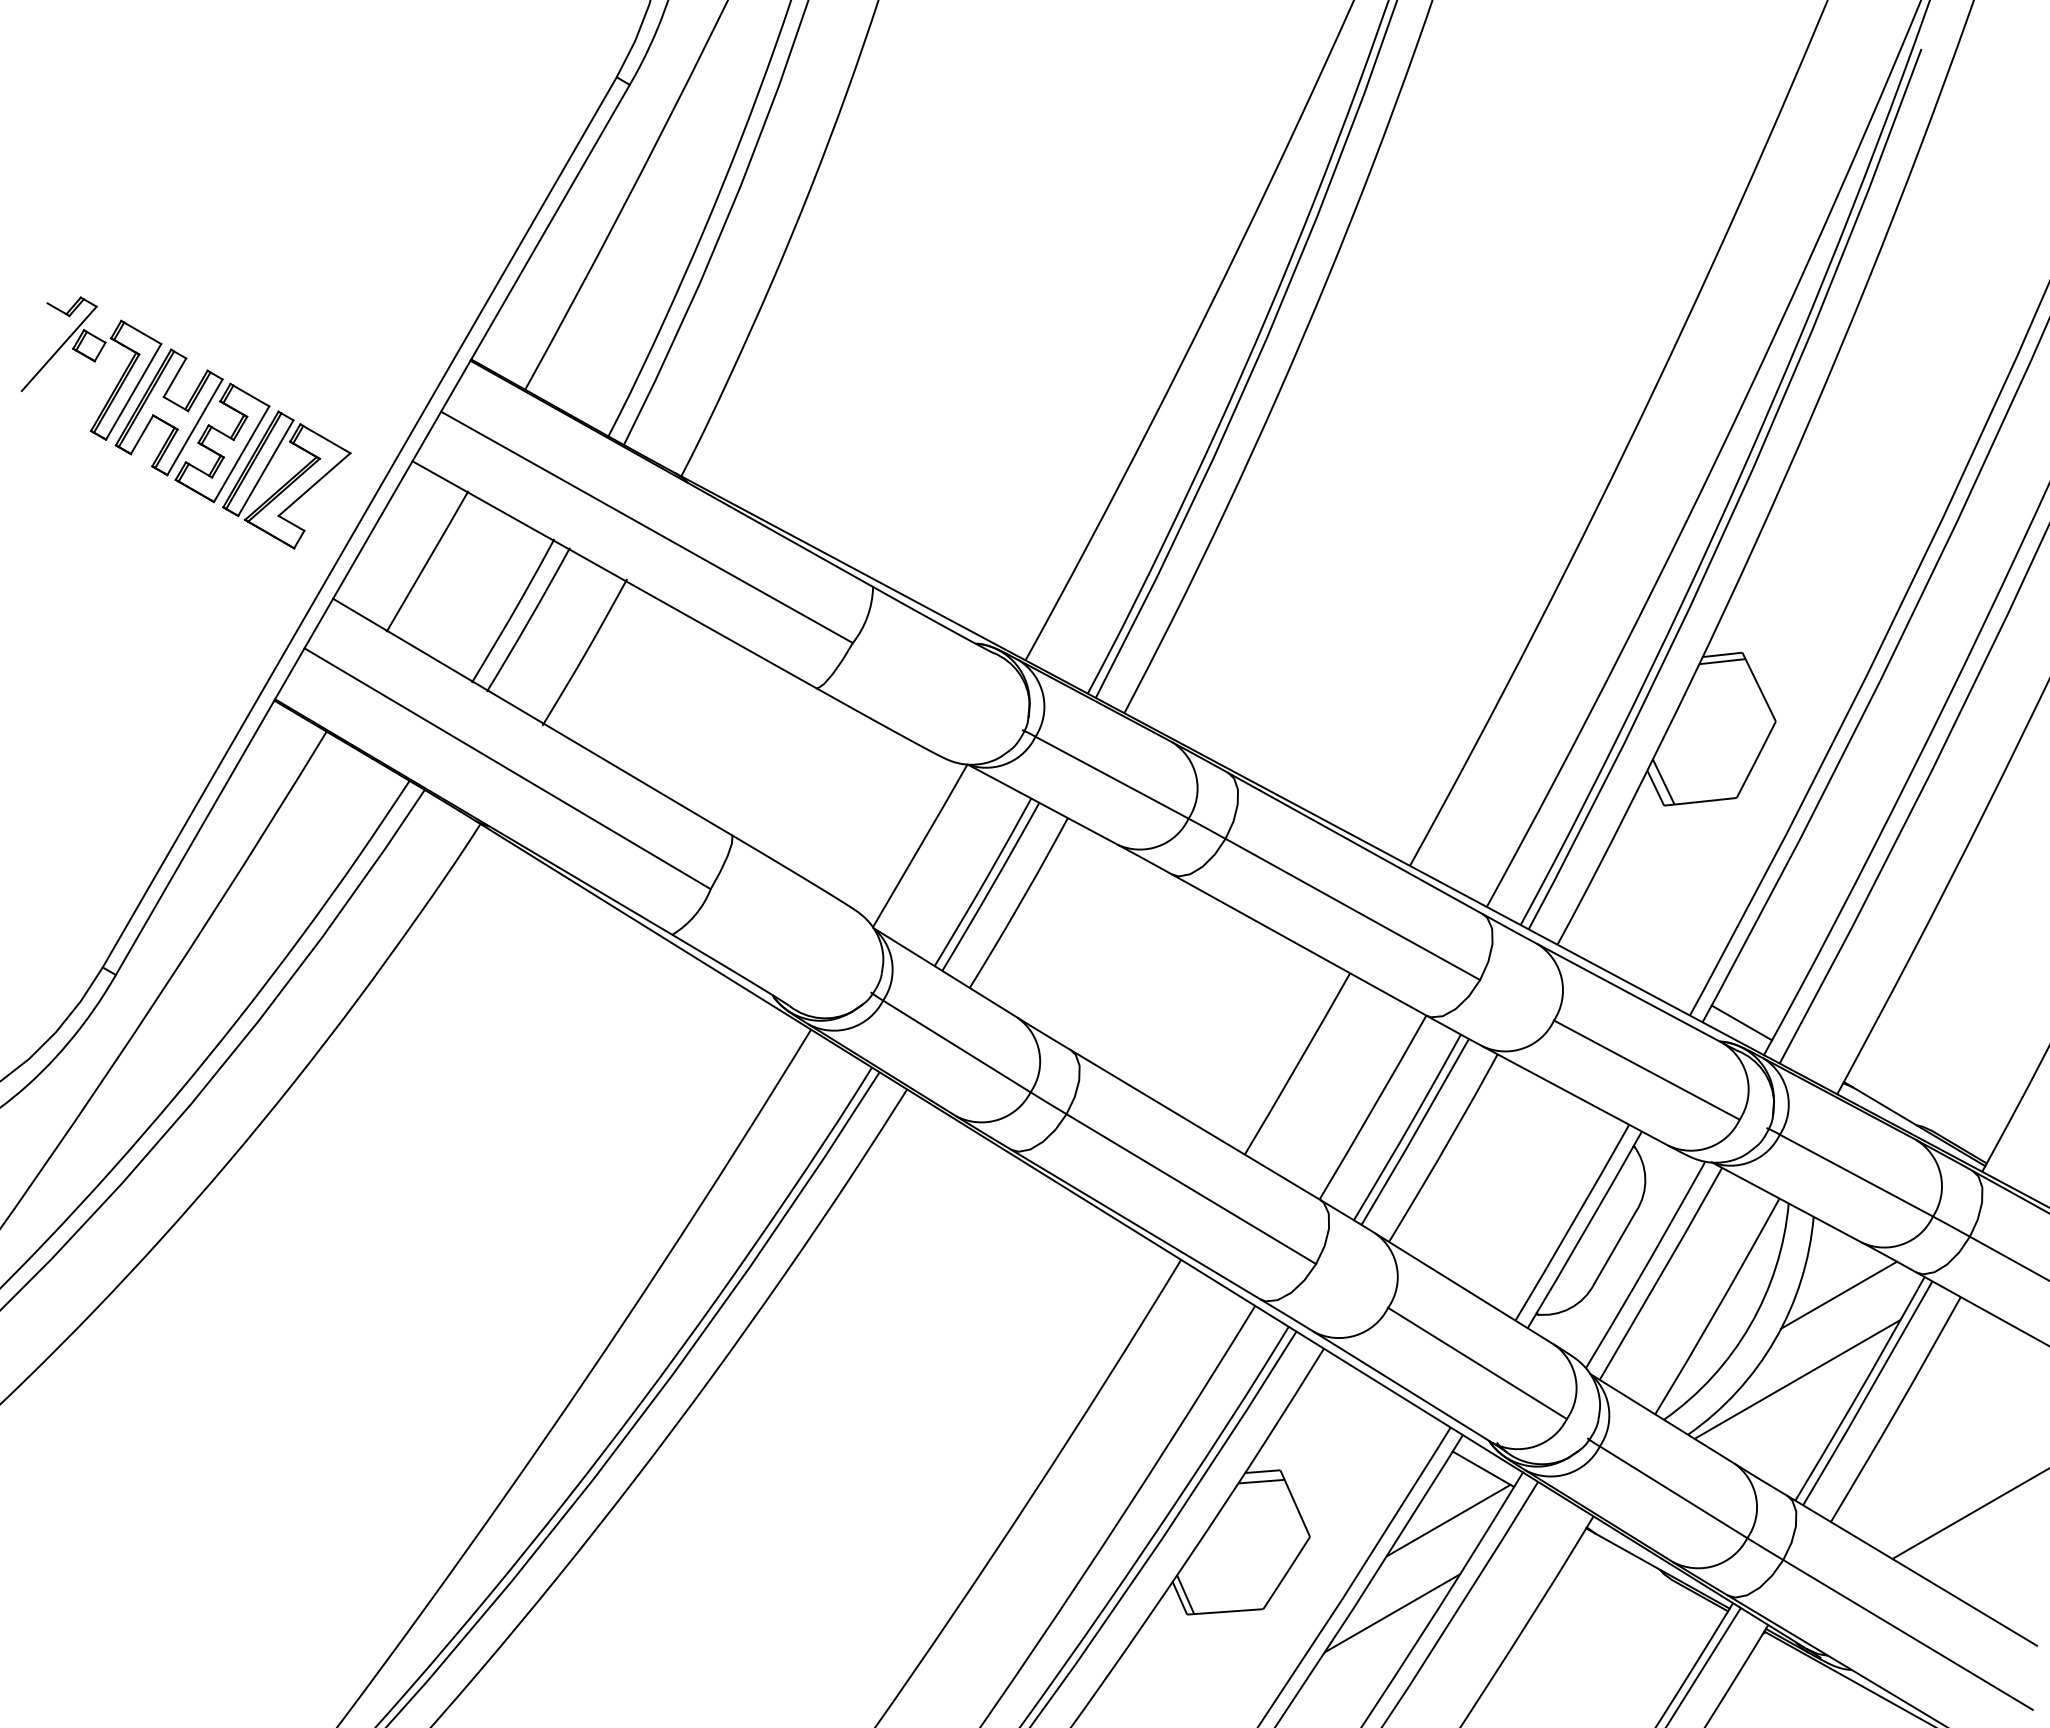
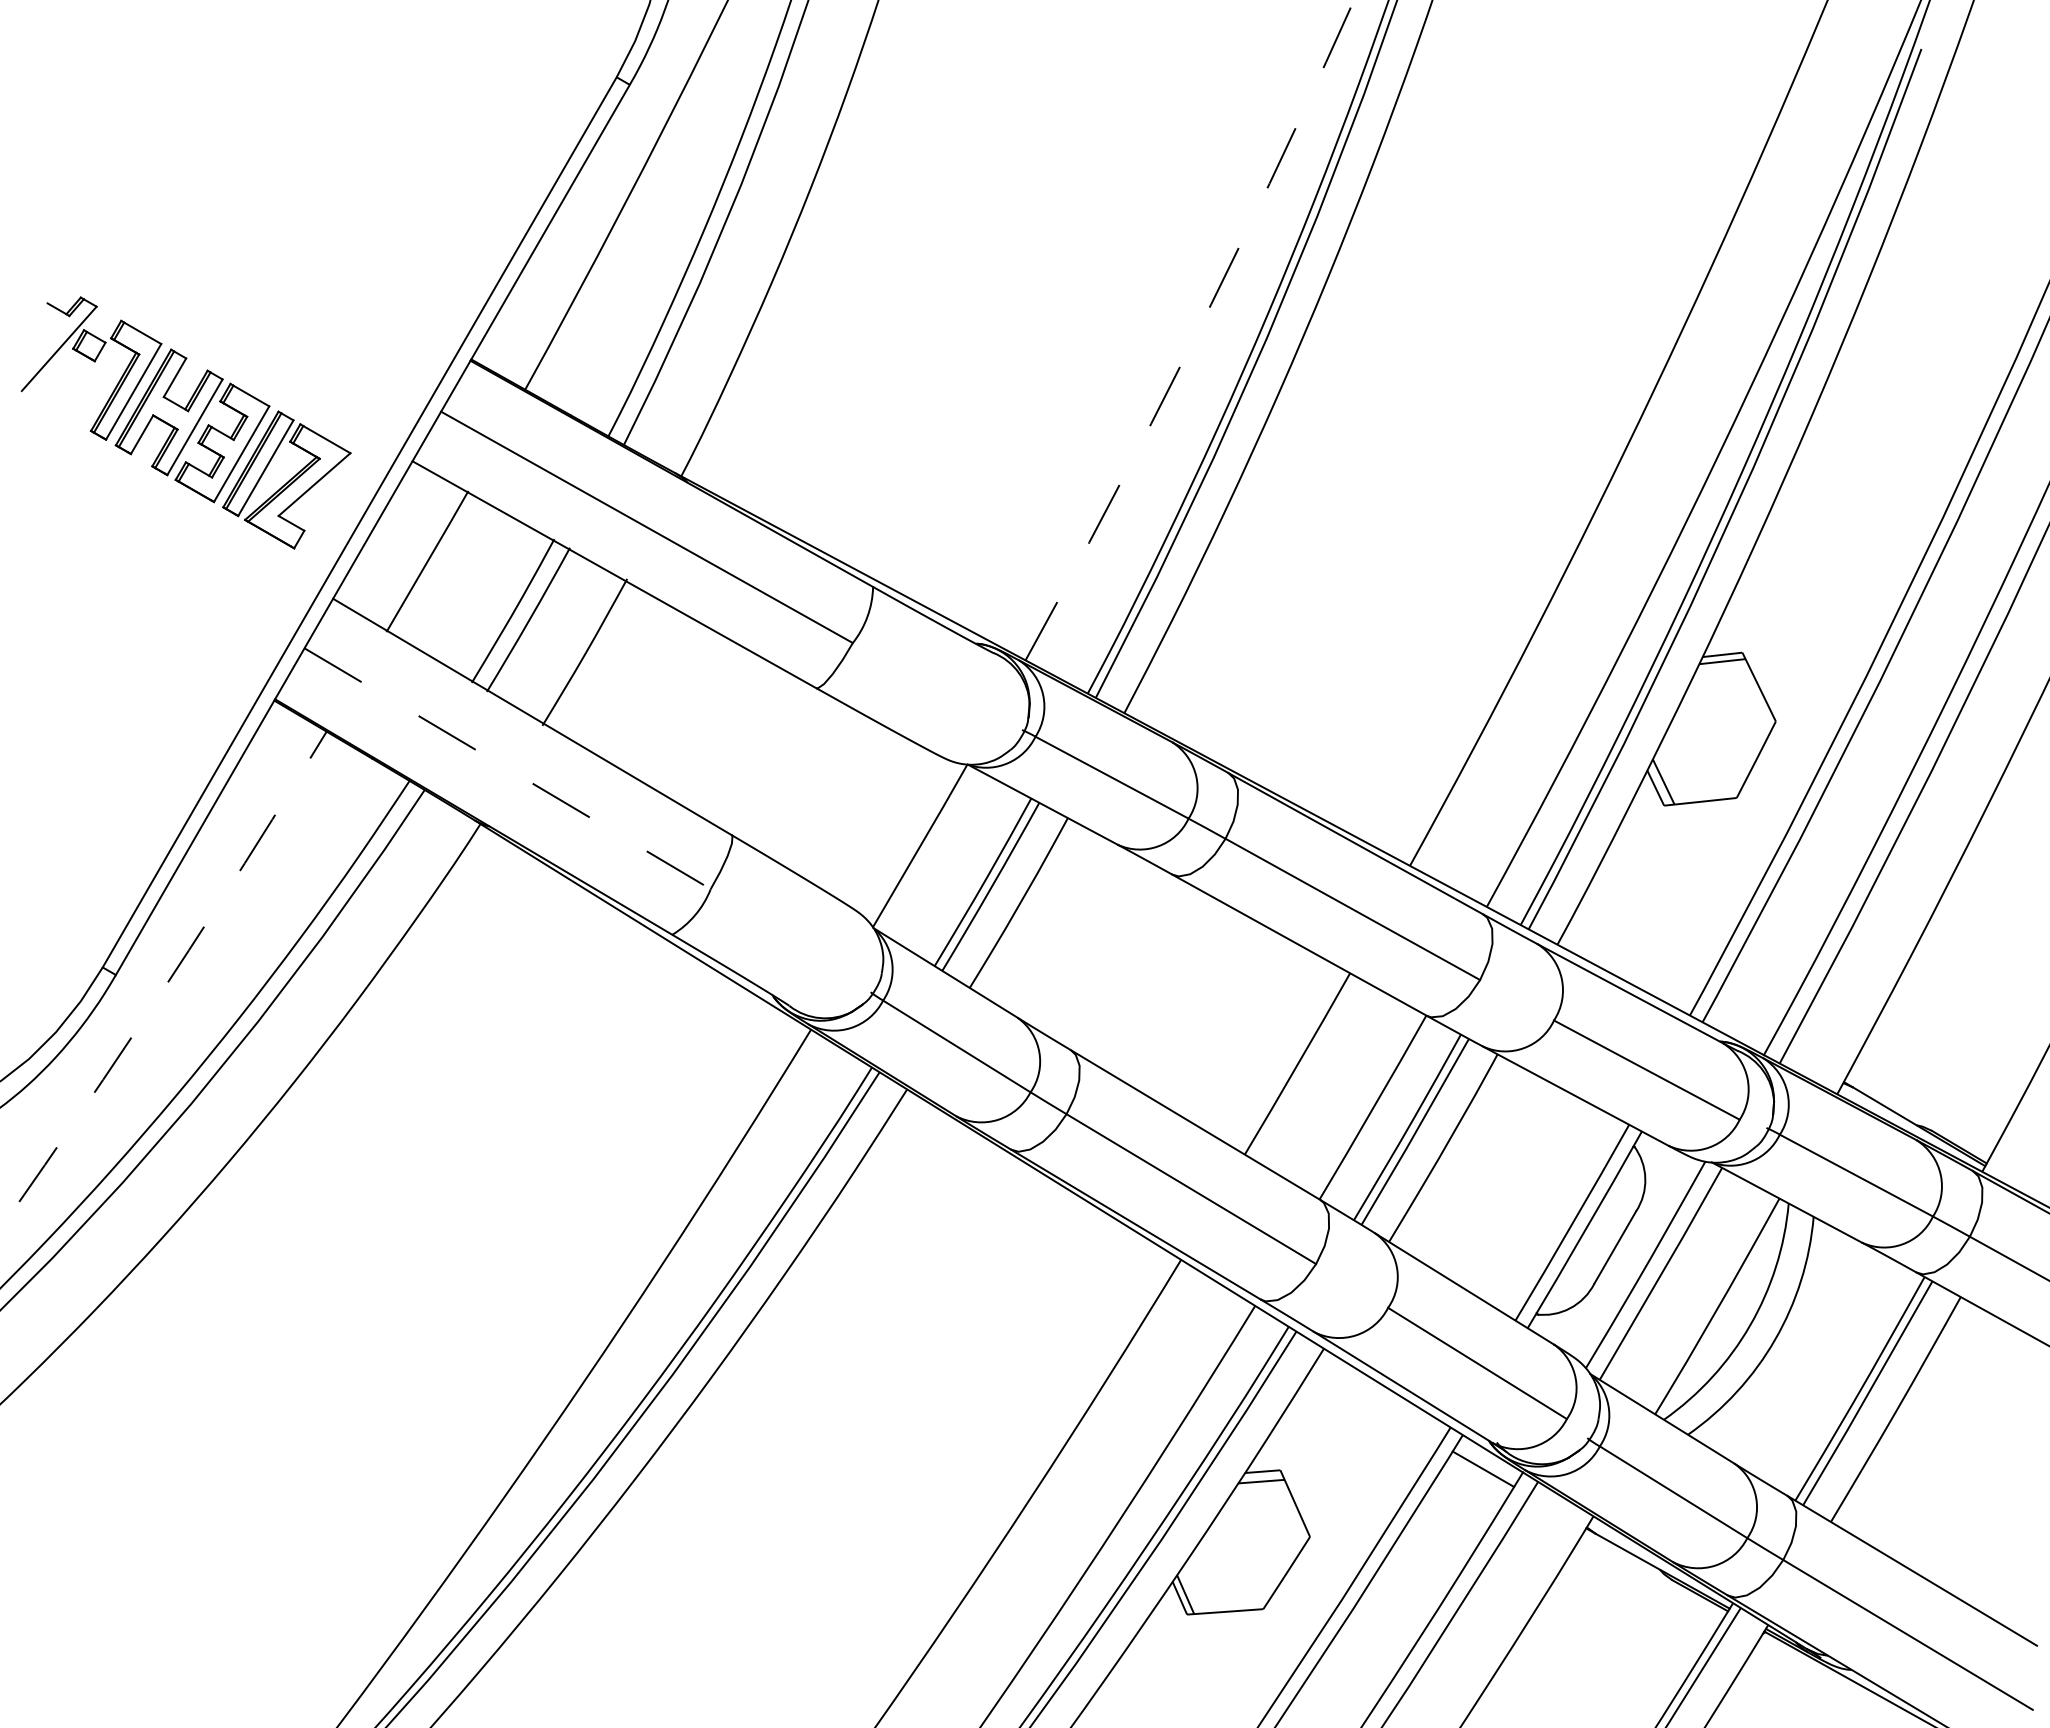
arc at (1197, 332): solid -> dashed
line at (508, 769): solid -> dashed
arc at (167, 982): solid -> dashed
line at (1741, 1022): present -> none
line at (1838, 1294): present -> none
line at (1797, 1379): present -> none
line at (1969, 1514): present -> none
line at (1448, 1520): present -> none
line at (1392, 1613): present -> none
